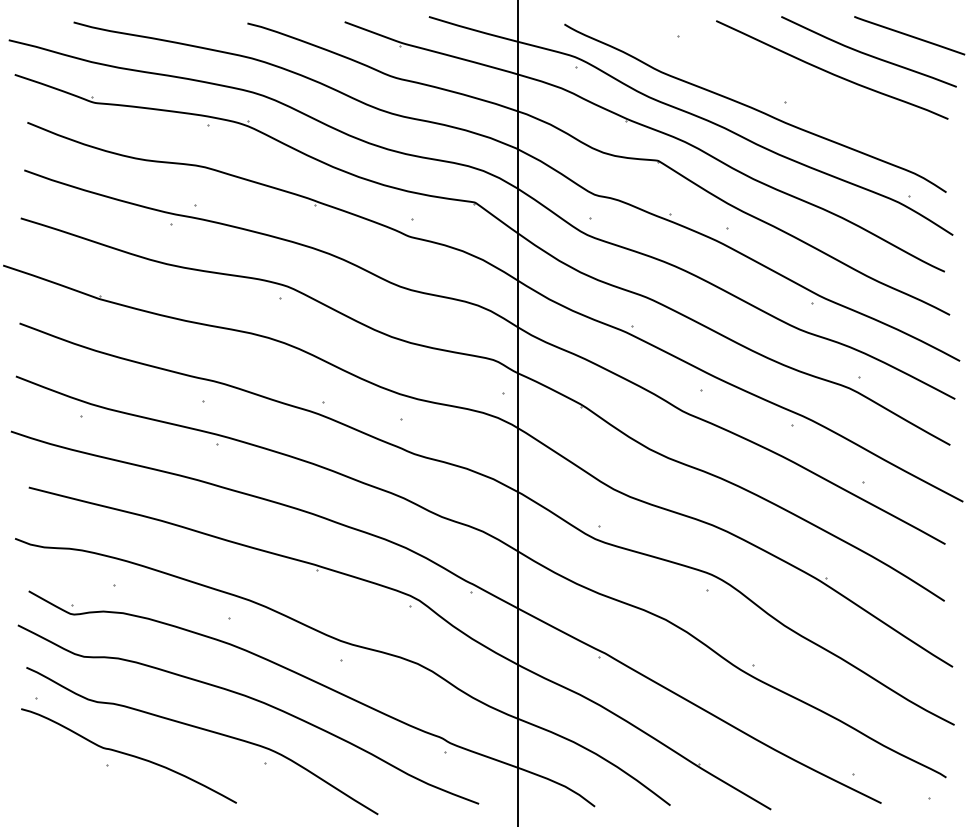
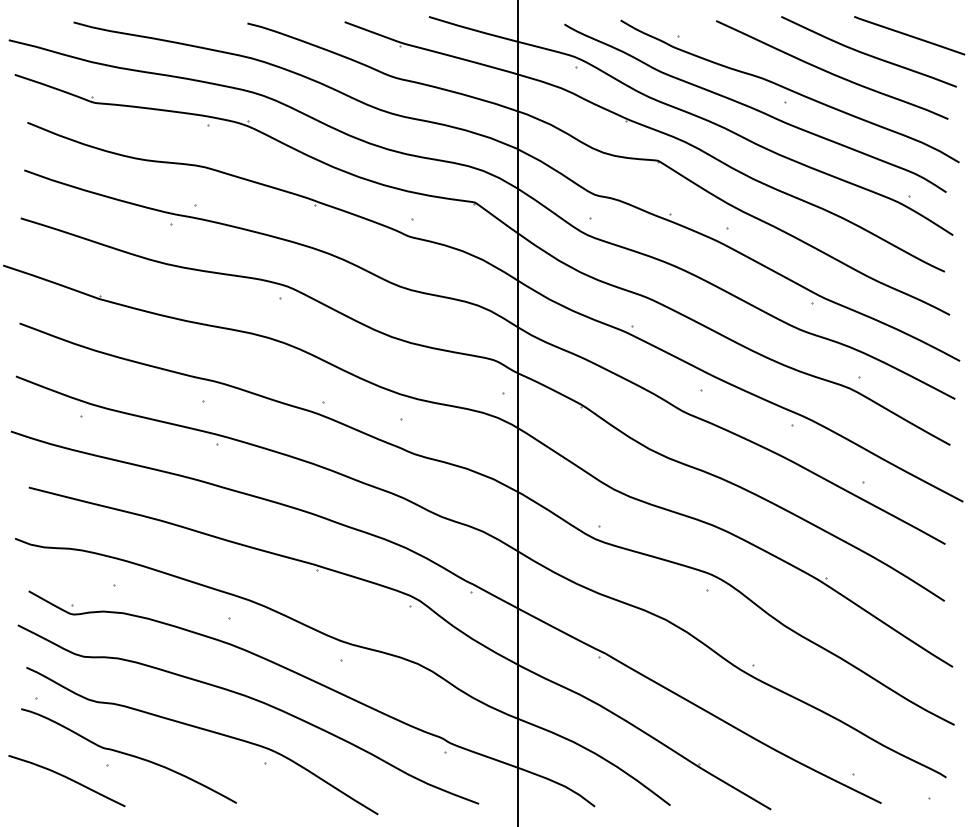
curve at (789, 90): none -> present
curve at (68, 779): none -> present
